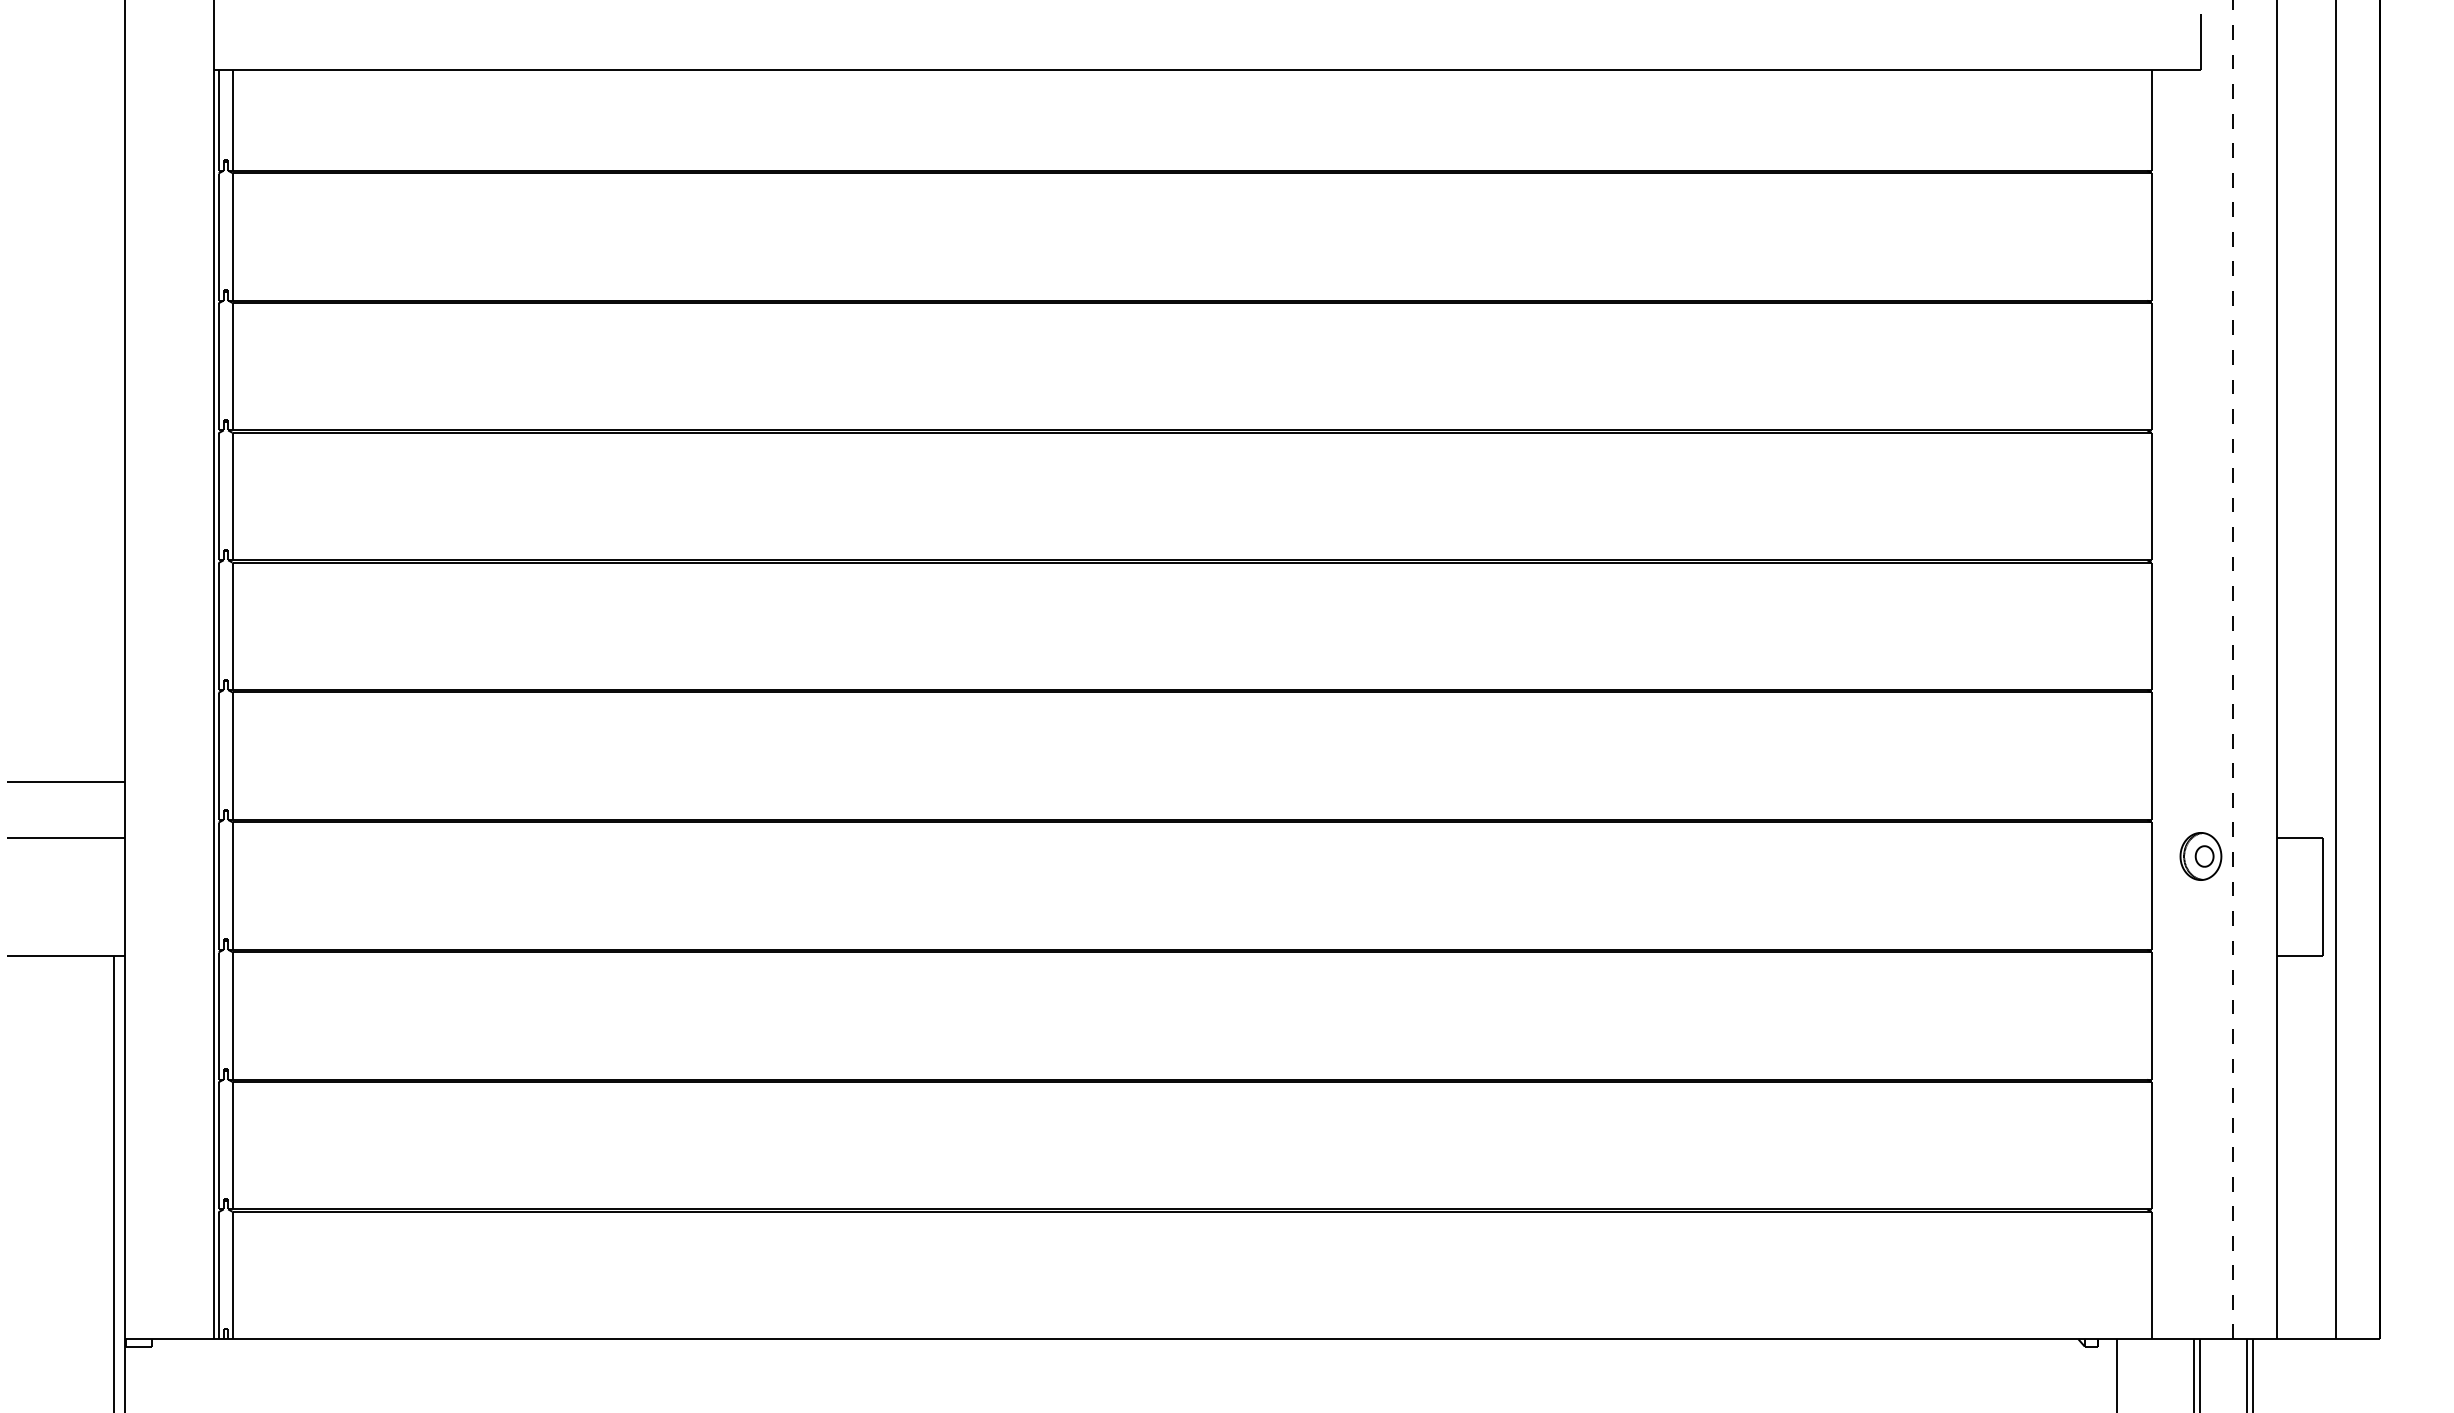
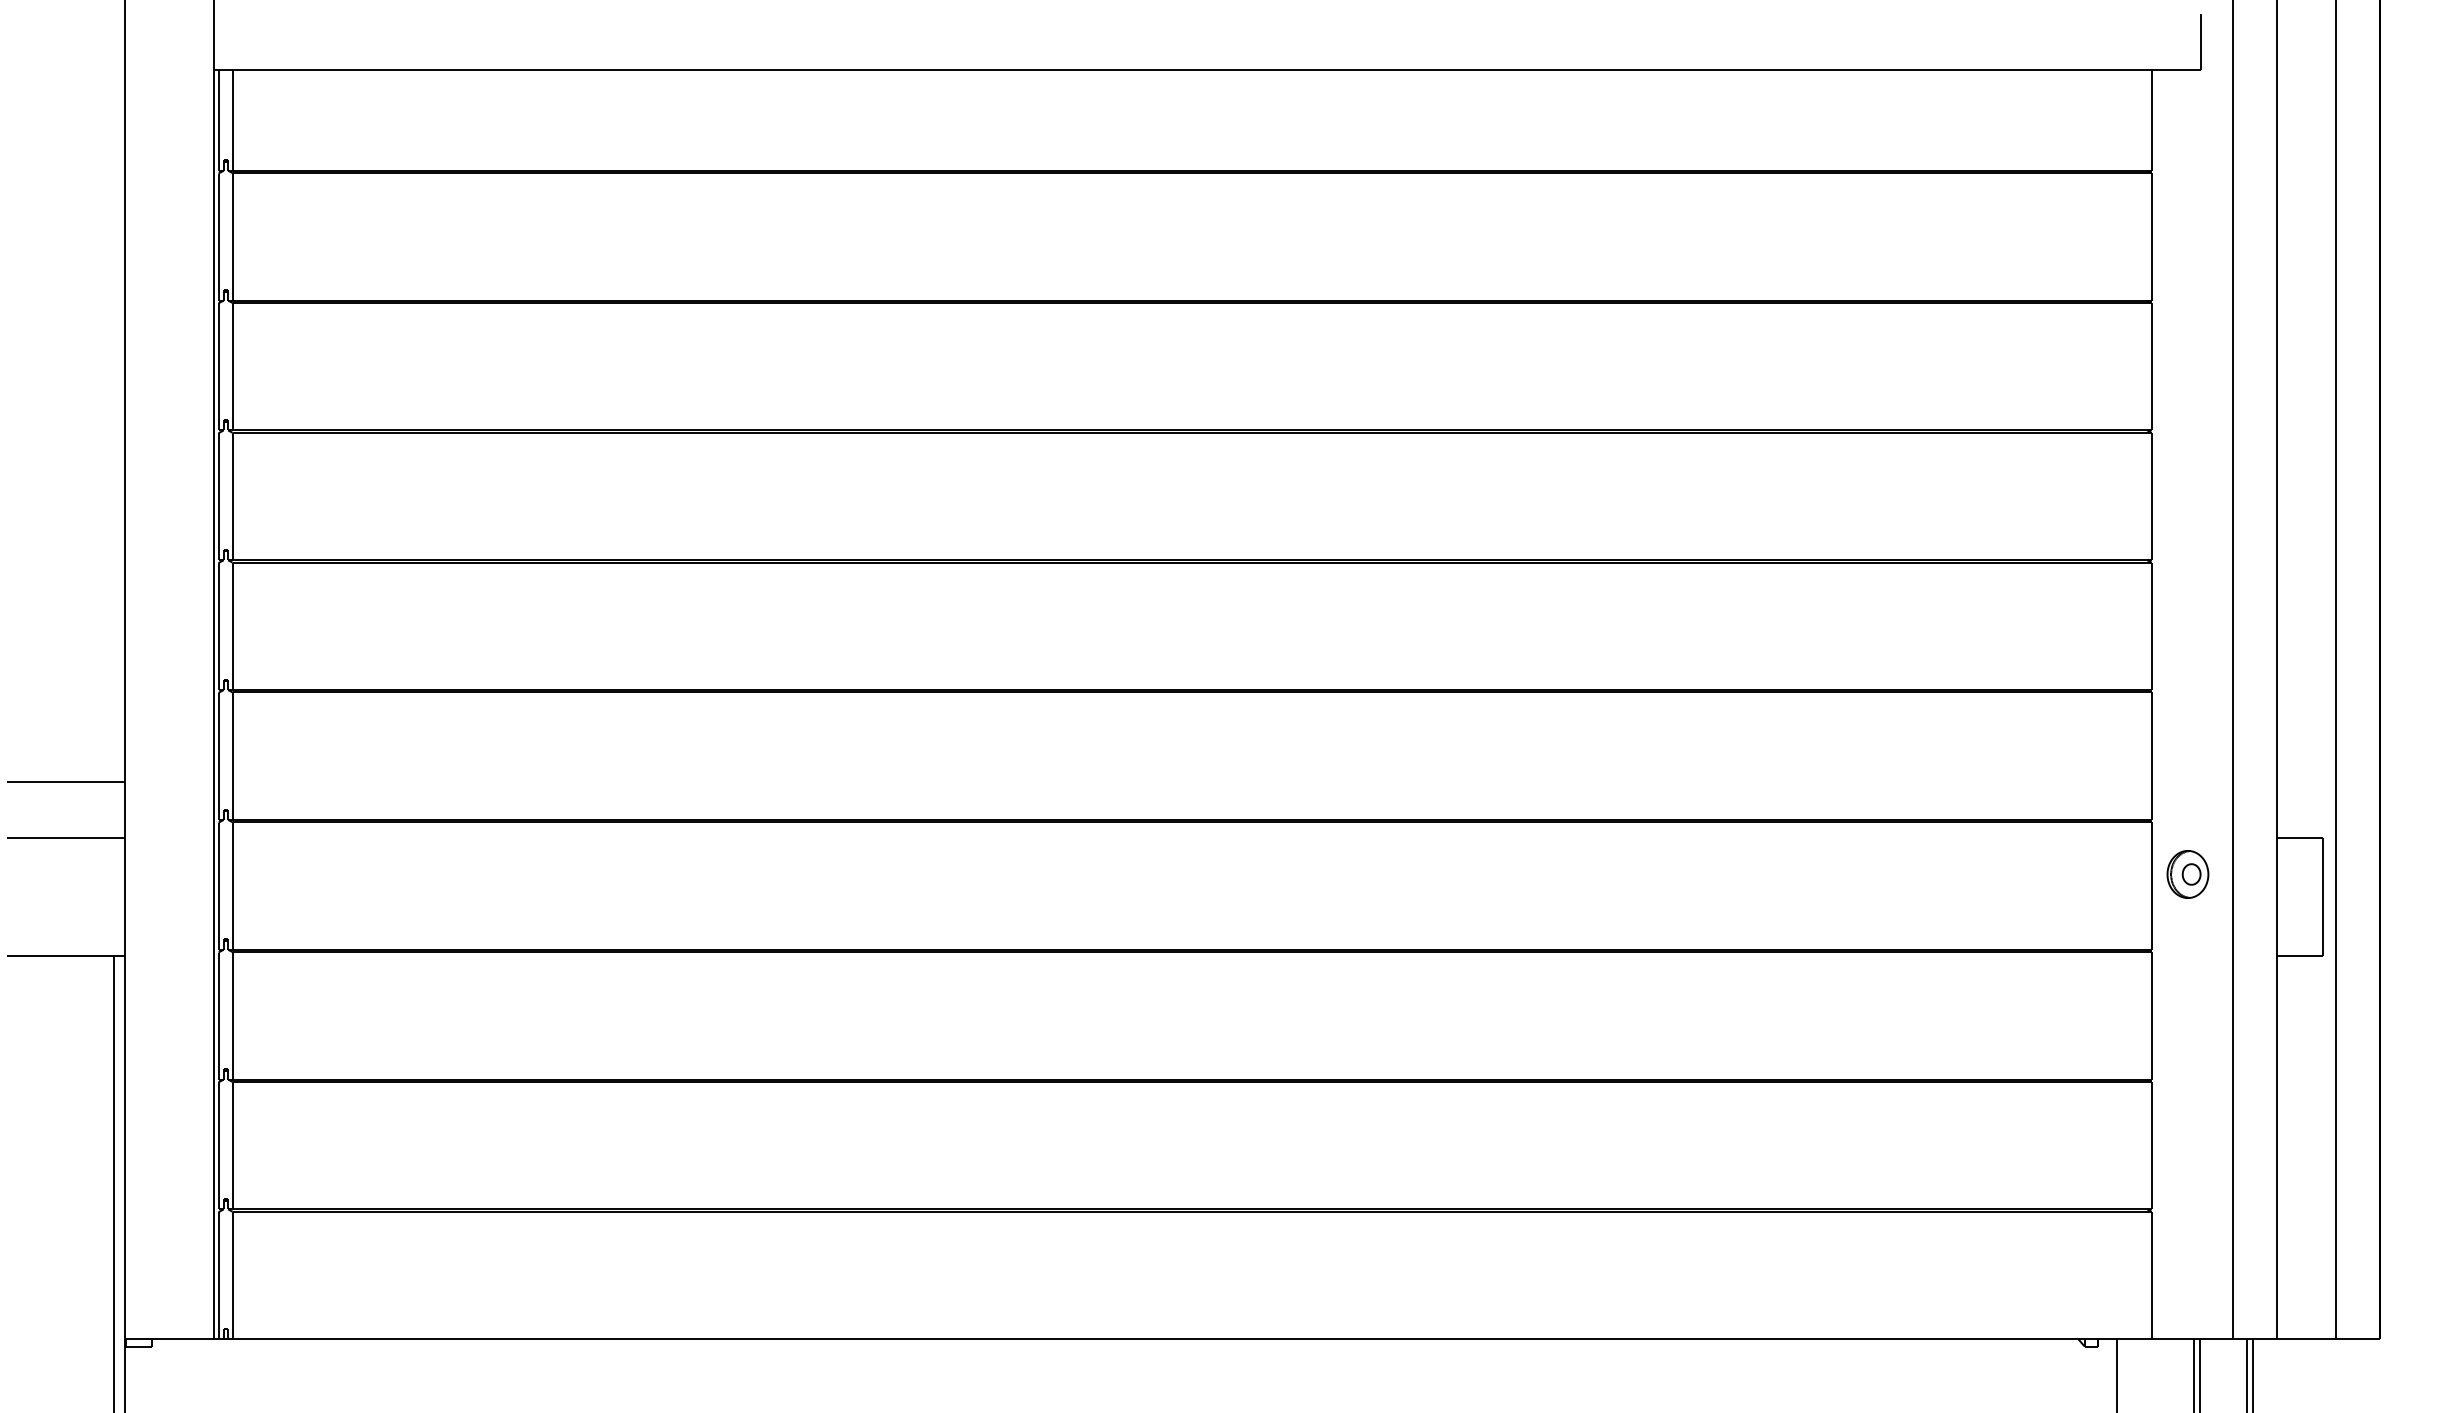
line at (2232, 669): dashed -> solid
part at (2200, 856) position: (2200, 856) -> (2187, 874)
